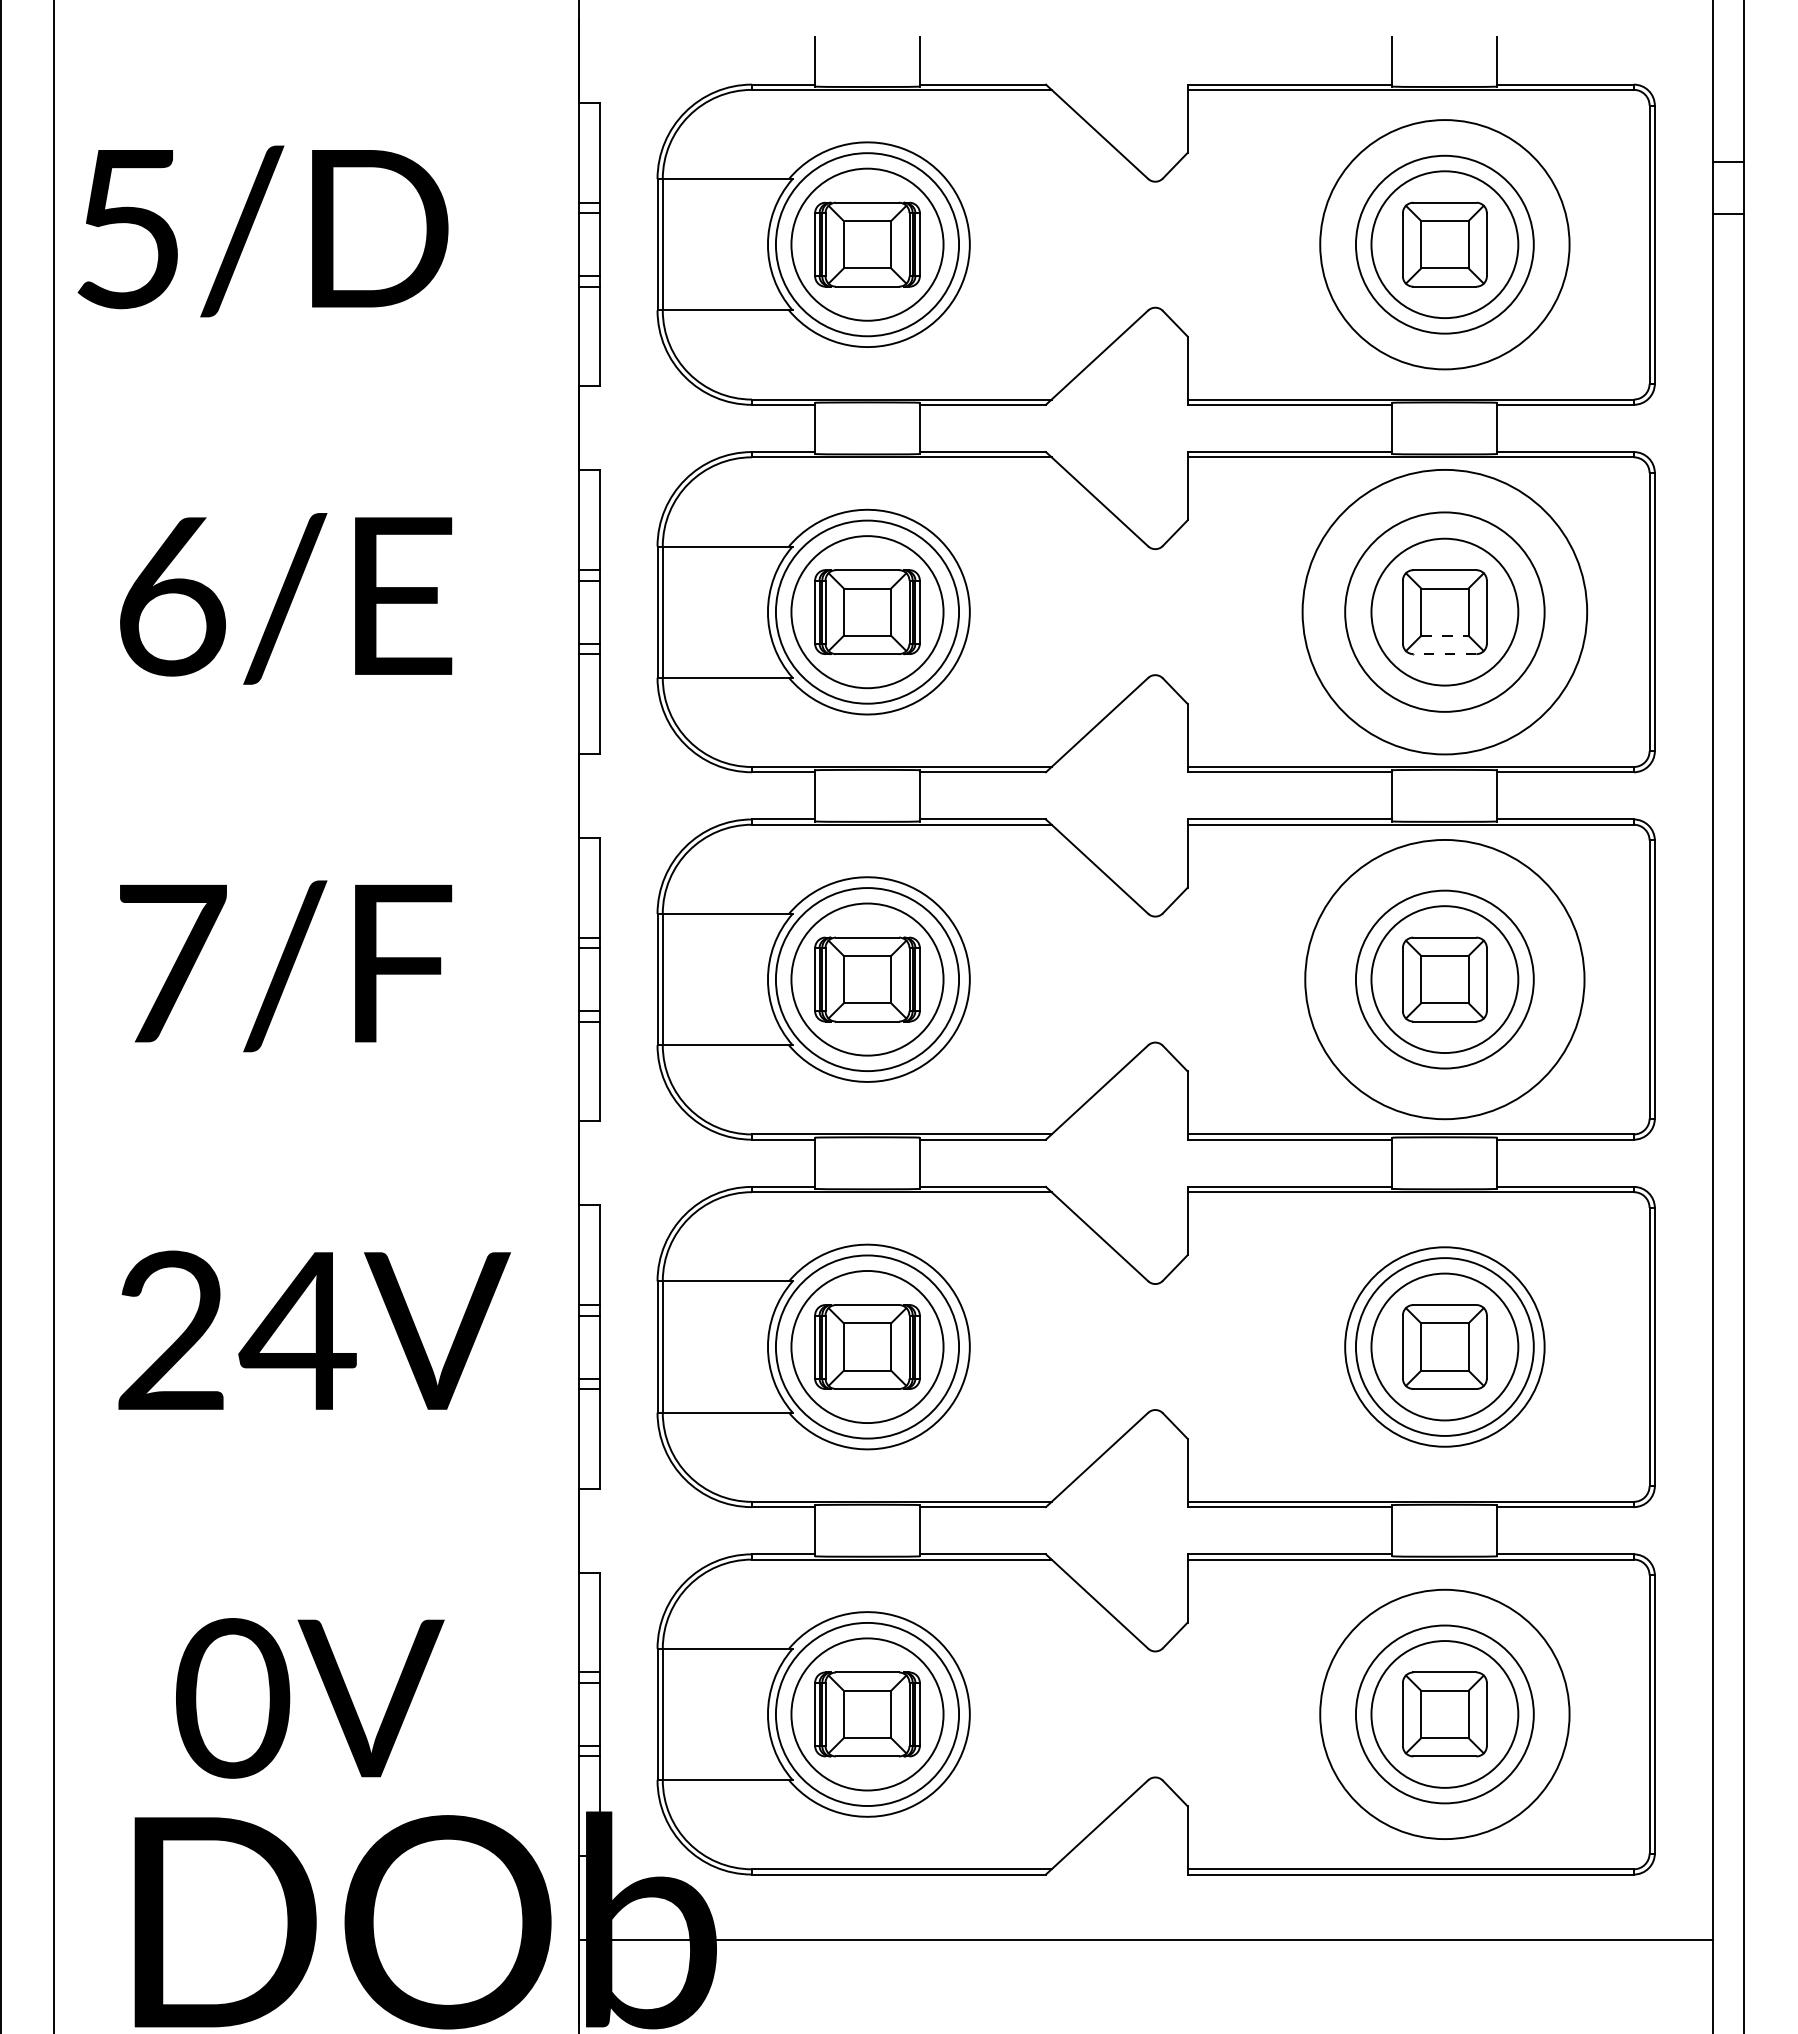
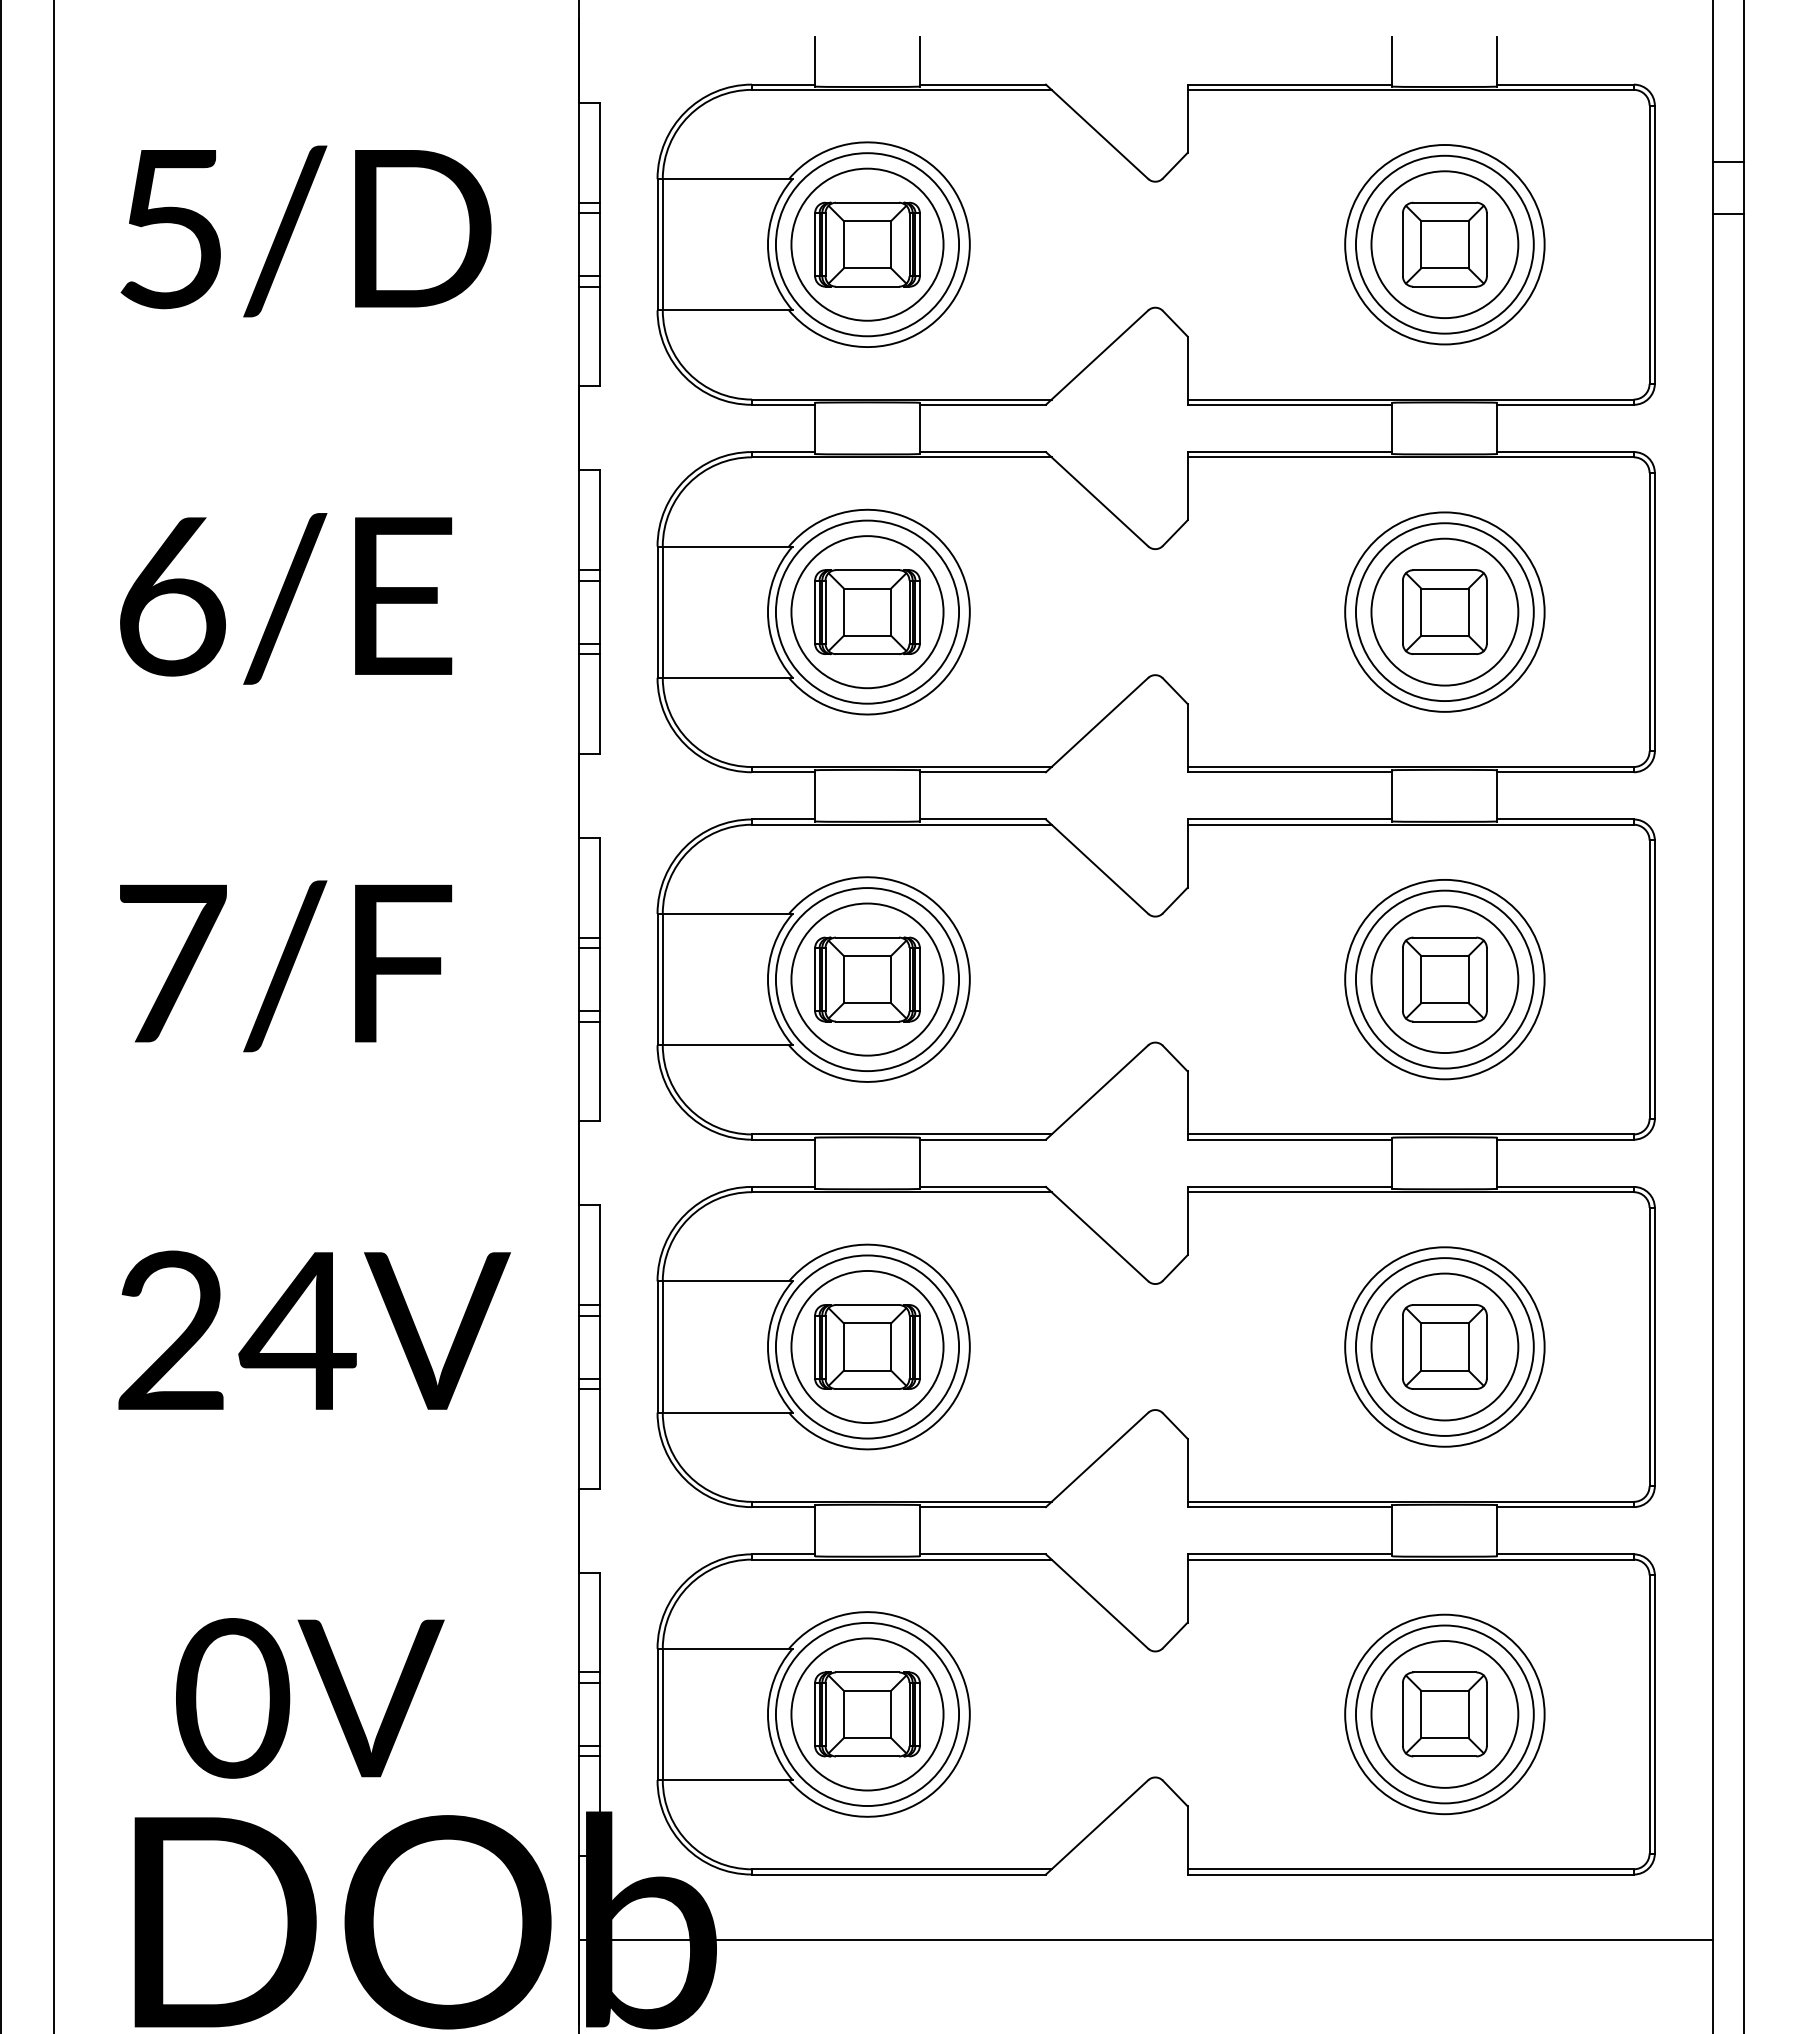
text at (262, 231) position: (262, 231) -> (305, 231)
circle at (1444, 244) diameter: 249 px -> 199 px
circle at (1444, 611) diameter: 285 px -> 178 px
line at (1444, 635): dashed -> solid
line at (1444, 654): dashed -> solid
circle at (1444, 979) diameter: 279 px -> 199 px
circle at (1444, 1714) diameter: 249 px -> 199 px
